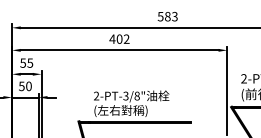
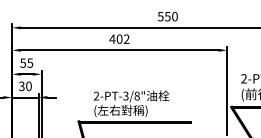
text at (170, 16): 583 -> 550
text at (21, 85): 50 -> 30
